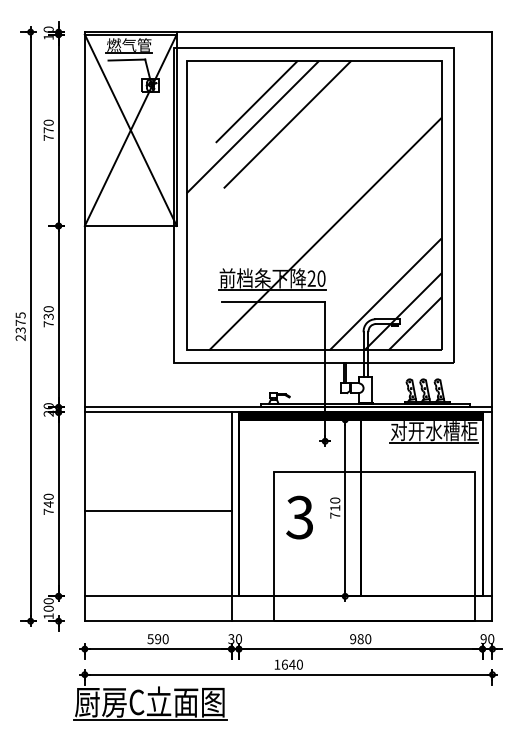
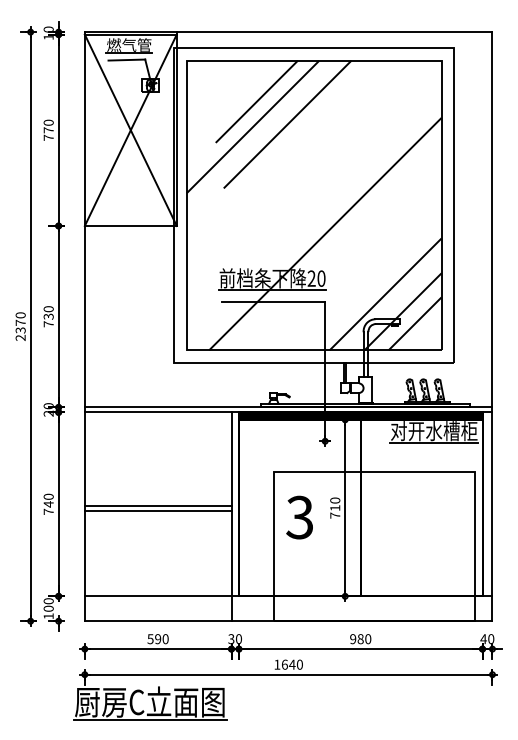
text at (20, 315): 2375 -> 2370
line at (157, 506): none -> present
text at (483, 639): 90 -> 40
